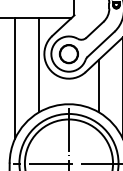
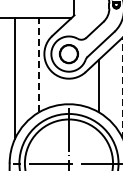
line at (38, 65): solid -> dashed
line at (122, 88): solid -> dashed
